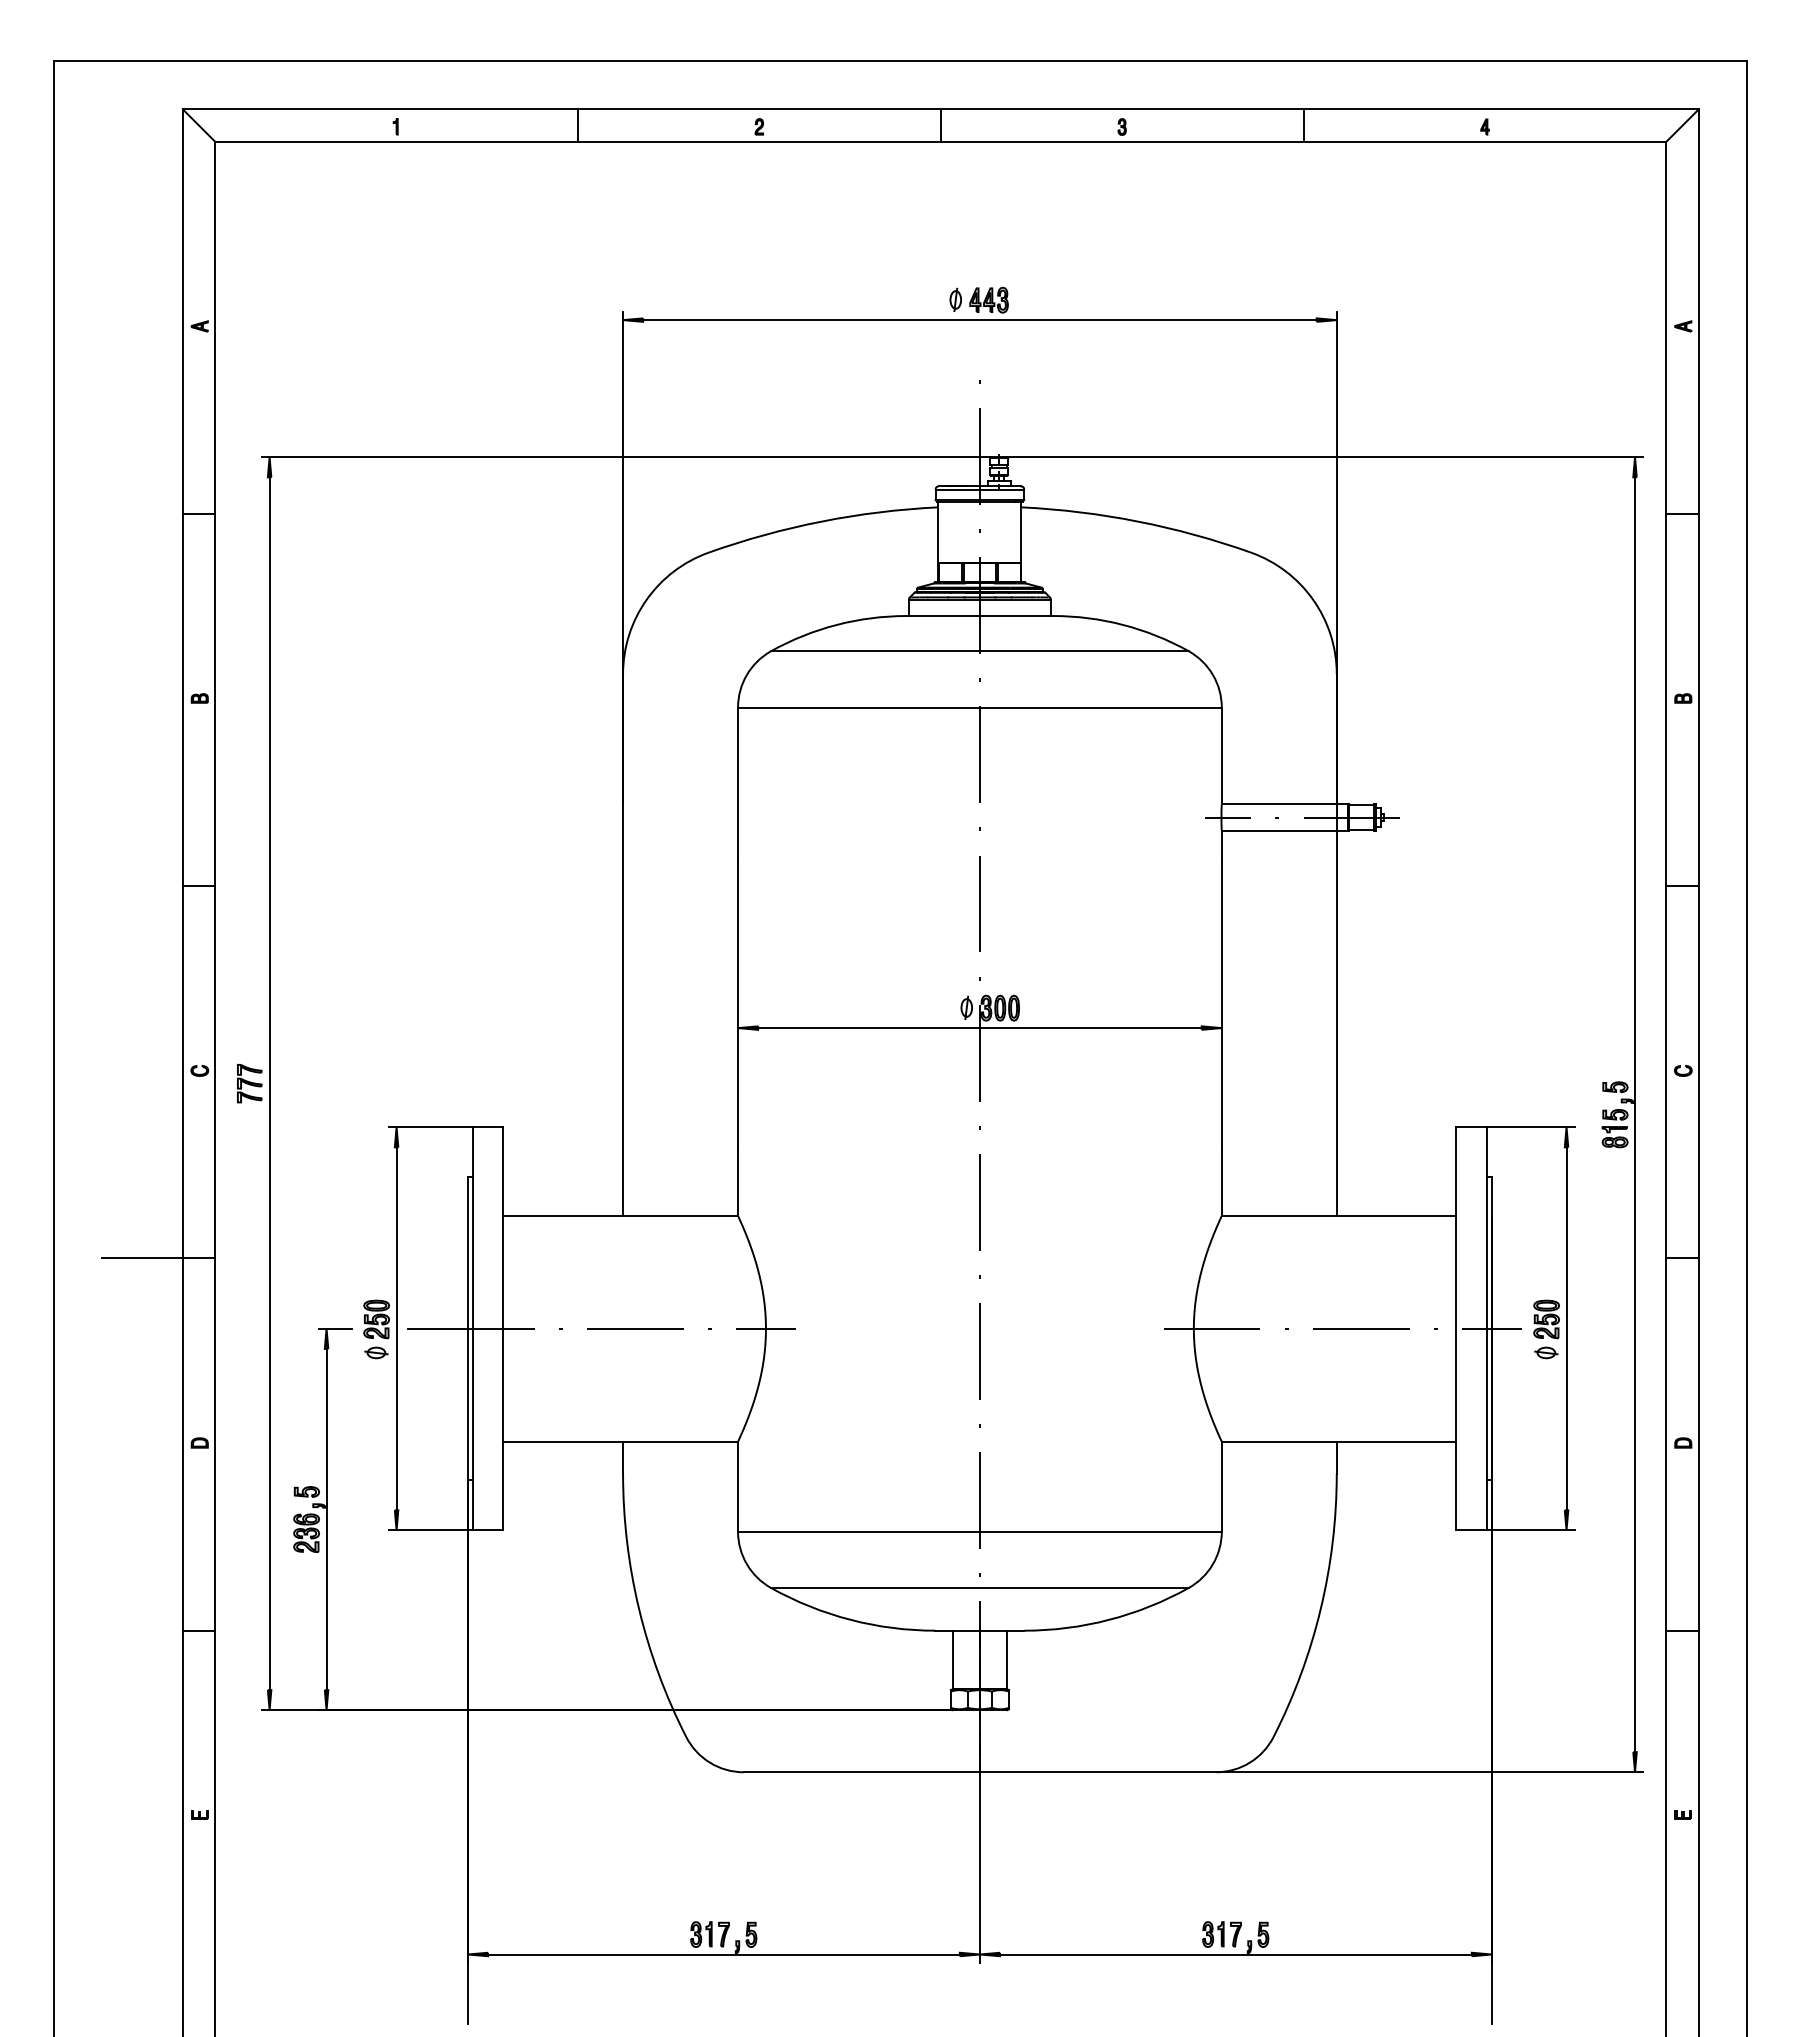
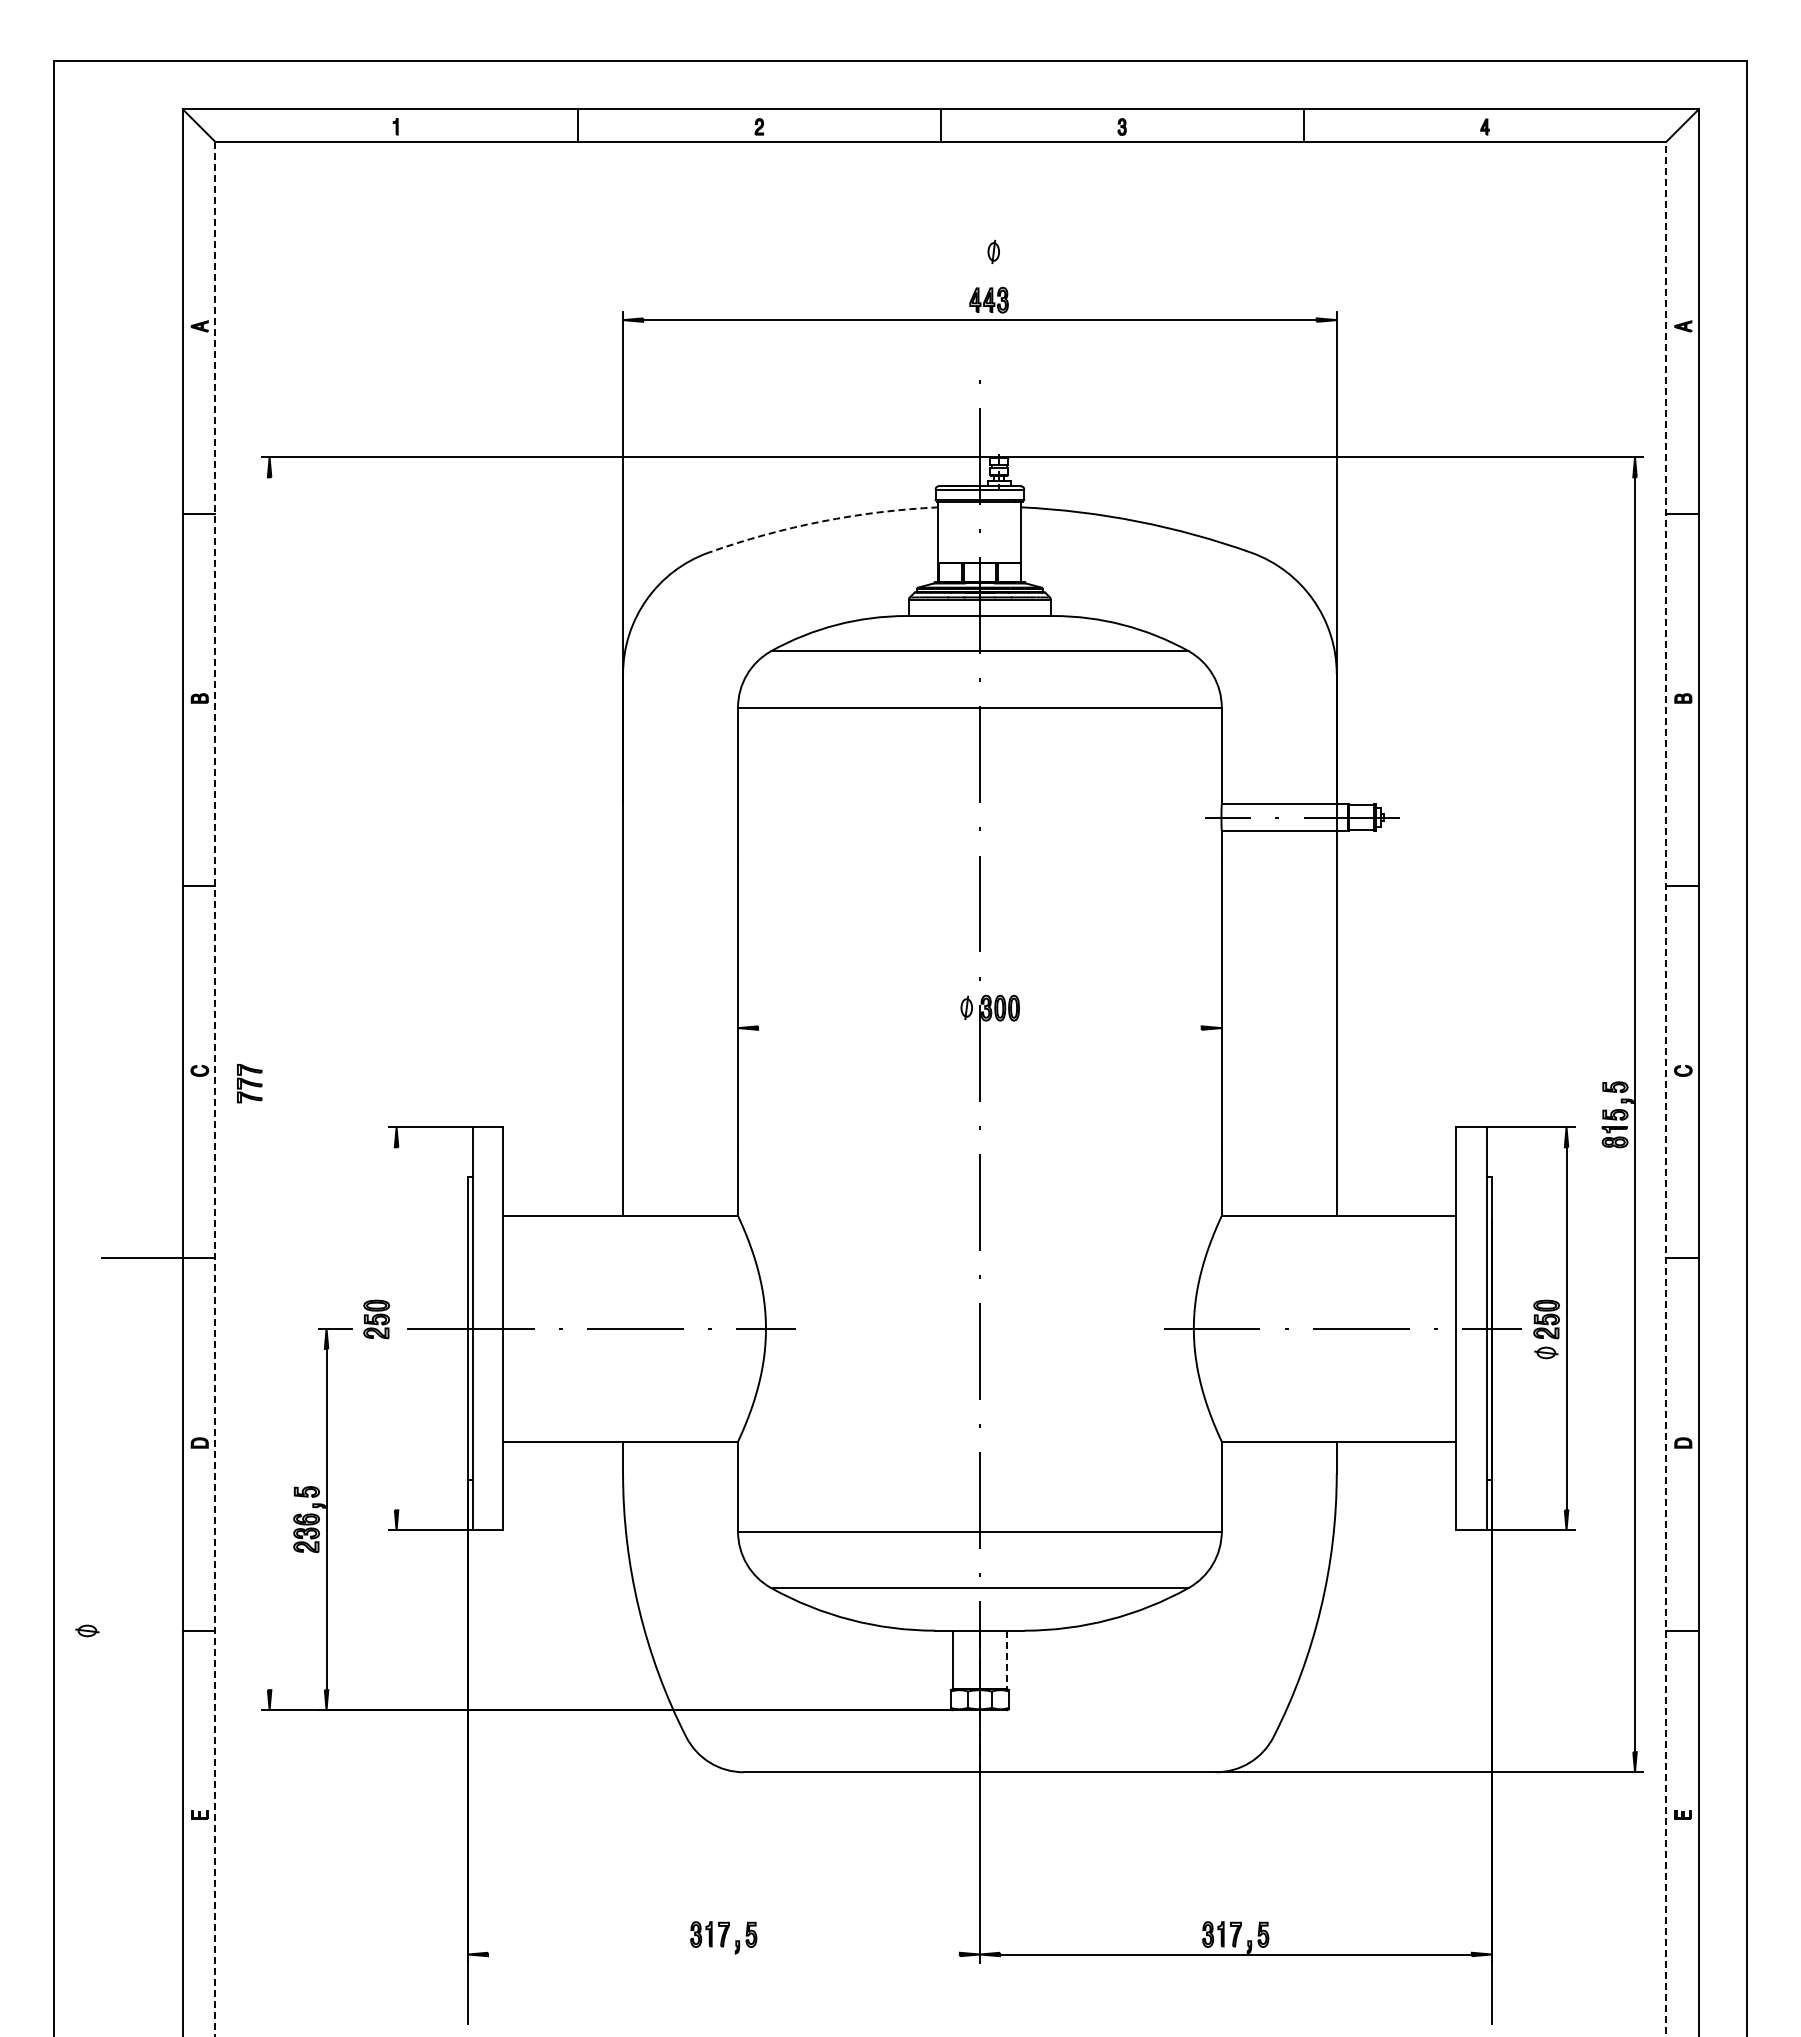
part at (955, 299) position: (955, 299) -> (993, 251)
arc at (821, 521): solid -> dashed
line at (979, 1028): present -> none
line at (269, 1083): present -> none
line at (1666, 1088): solid -> dashed
line at (215, 1089): solid -> dashed
line at (396, 1328): present -> none
part at (376, 1352) position: (376, 1352) -> (87, 1630)
line at (1007, 1660): solid -> dashed
line at (723, 1954): present -> none
